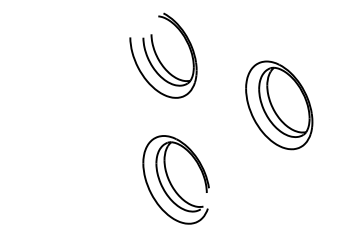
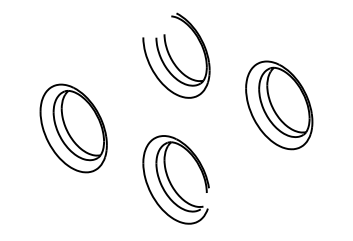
part at (163, 55) position: (163, 55) -> (176, 55)
part at (73, 128): none -> present
